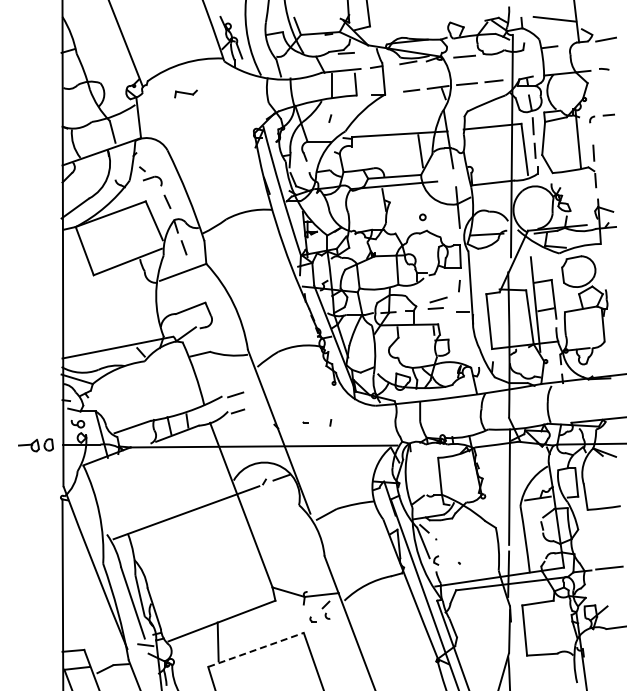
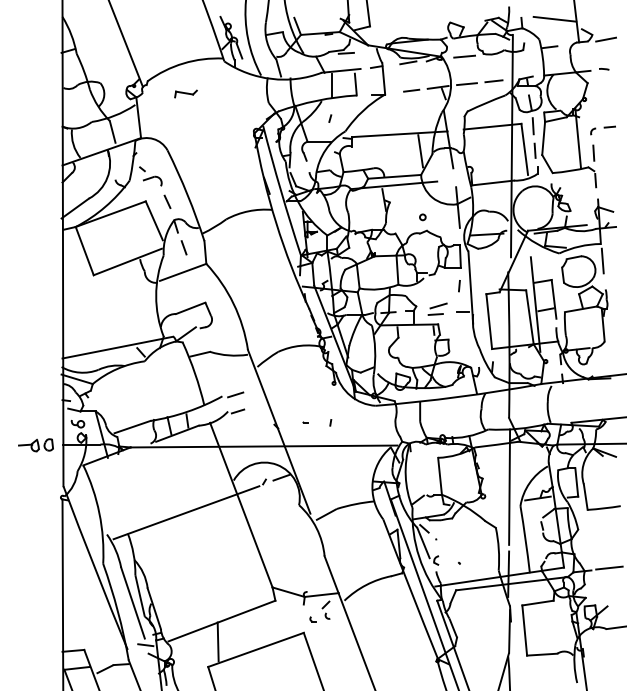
part at (601, 118) position: (601, 118) -> (602, 130)
line at (602, 260): none -> present
part at (437, 302) position: (437, 302) -> (437, 308)
line at (256, 649): dashed -> solid
